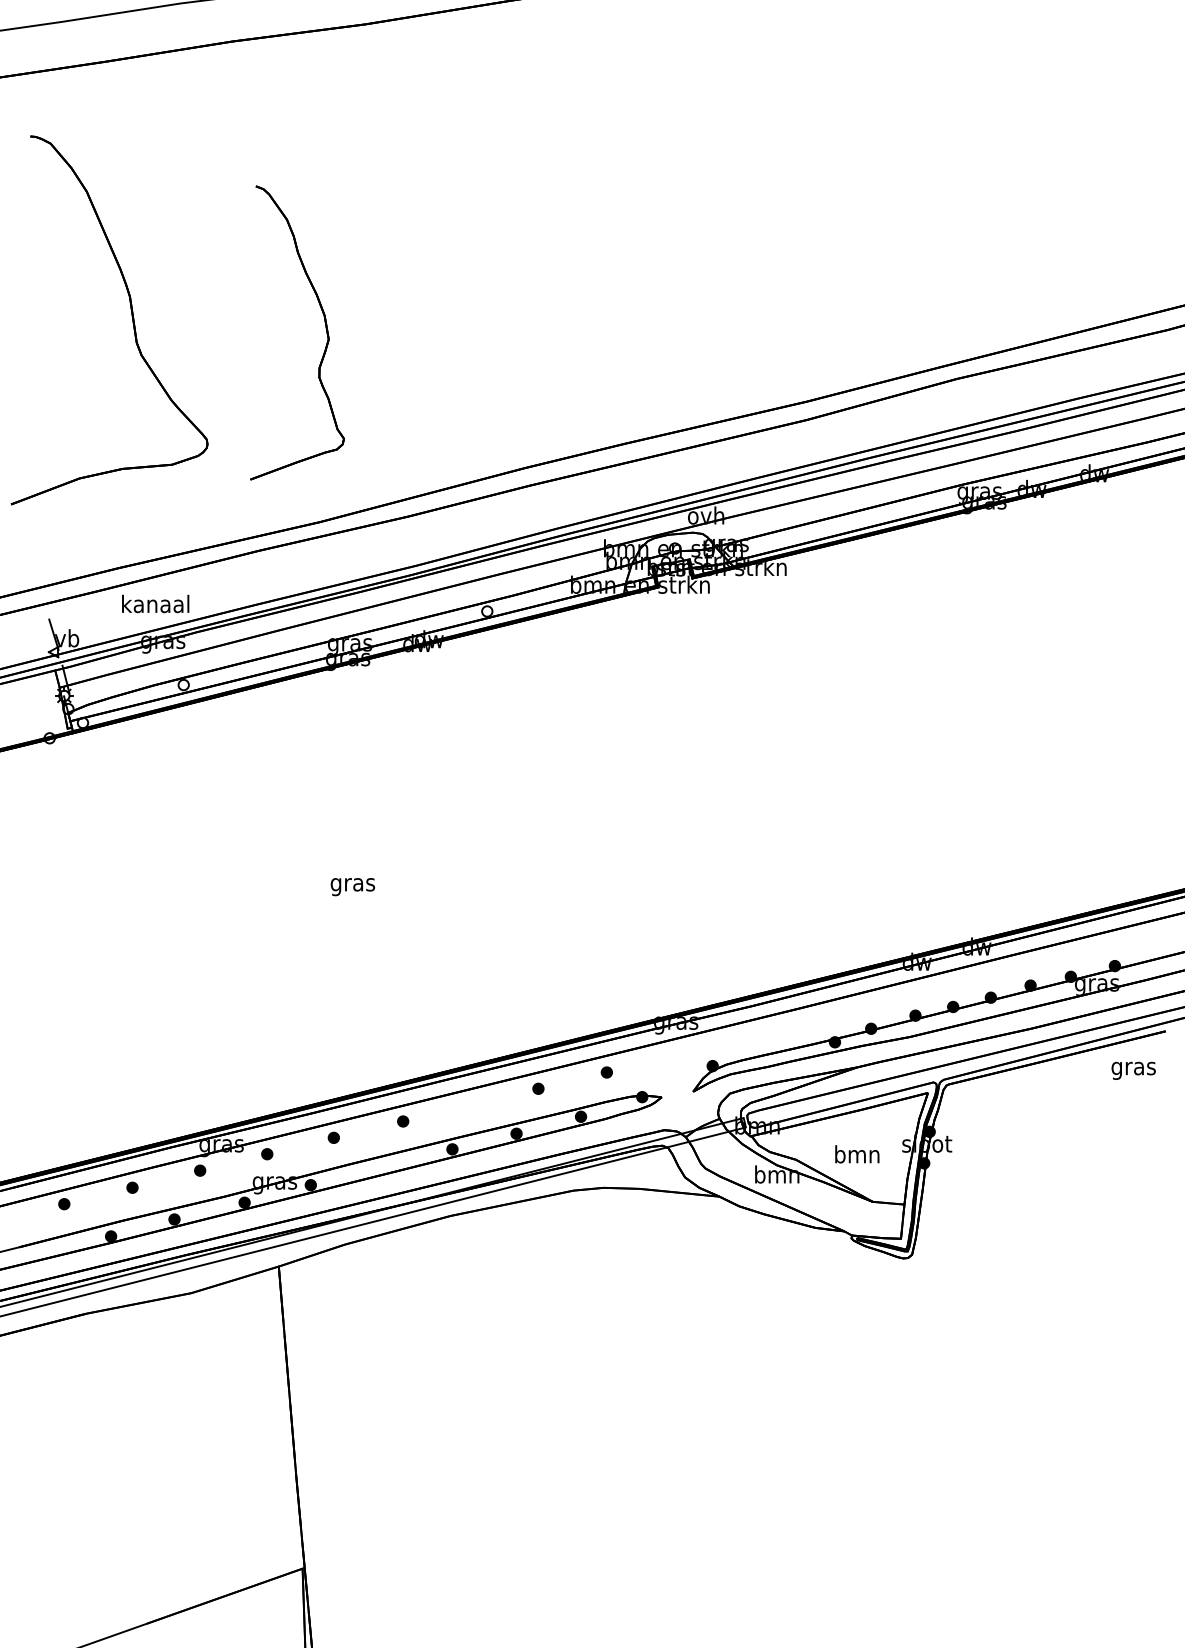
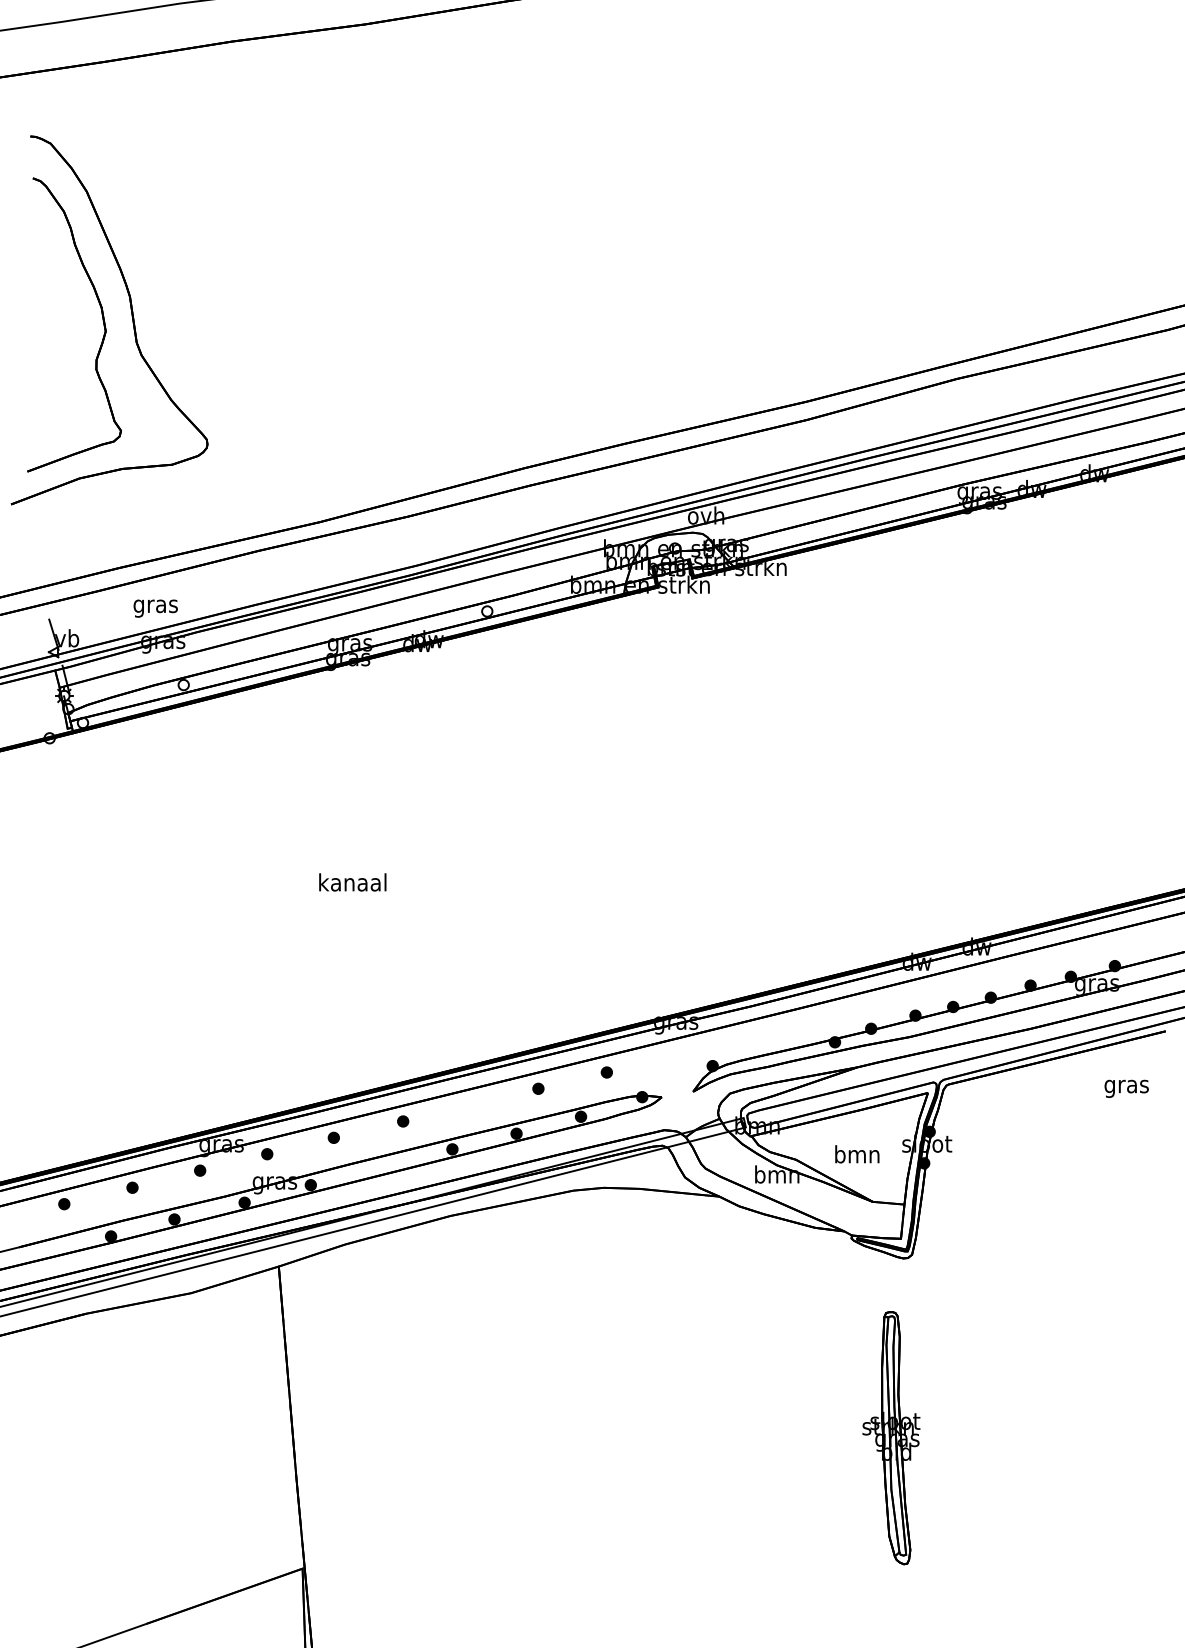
part at (325, 328) position: (325, 328) -> (102, 320)
text at (155, 605): kanaal -> gras
text at (352, 884): gras -> kanaal
text at (1133, 1070) position: (1133, 1070) -> (1126, 1088)
part at (891, 1438): none -> present
